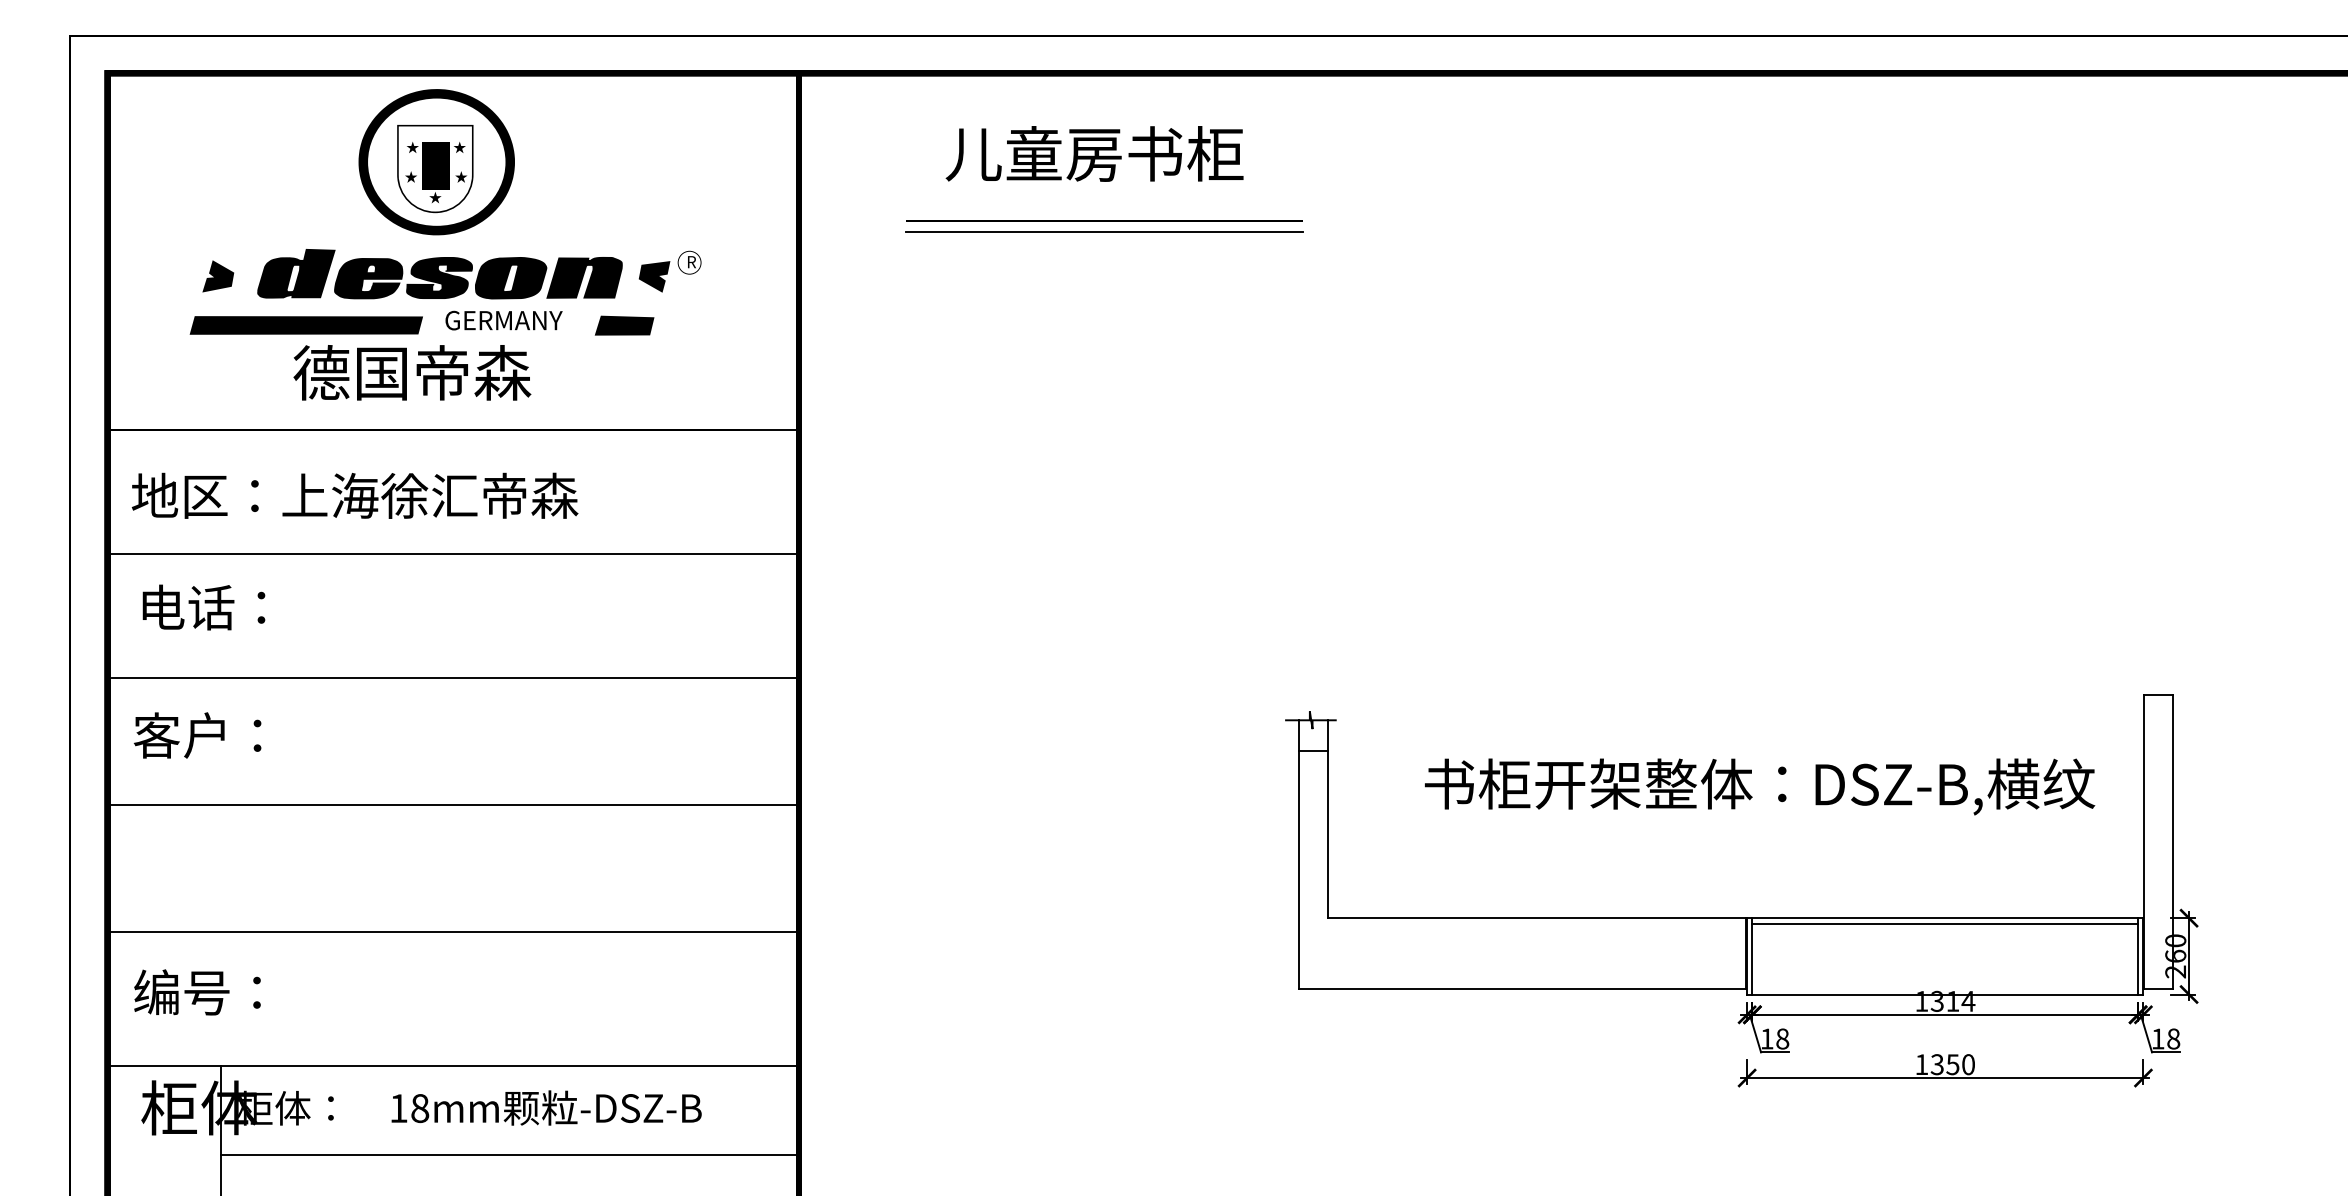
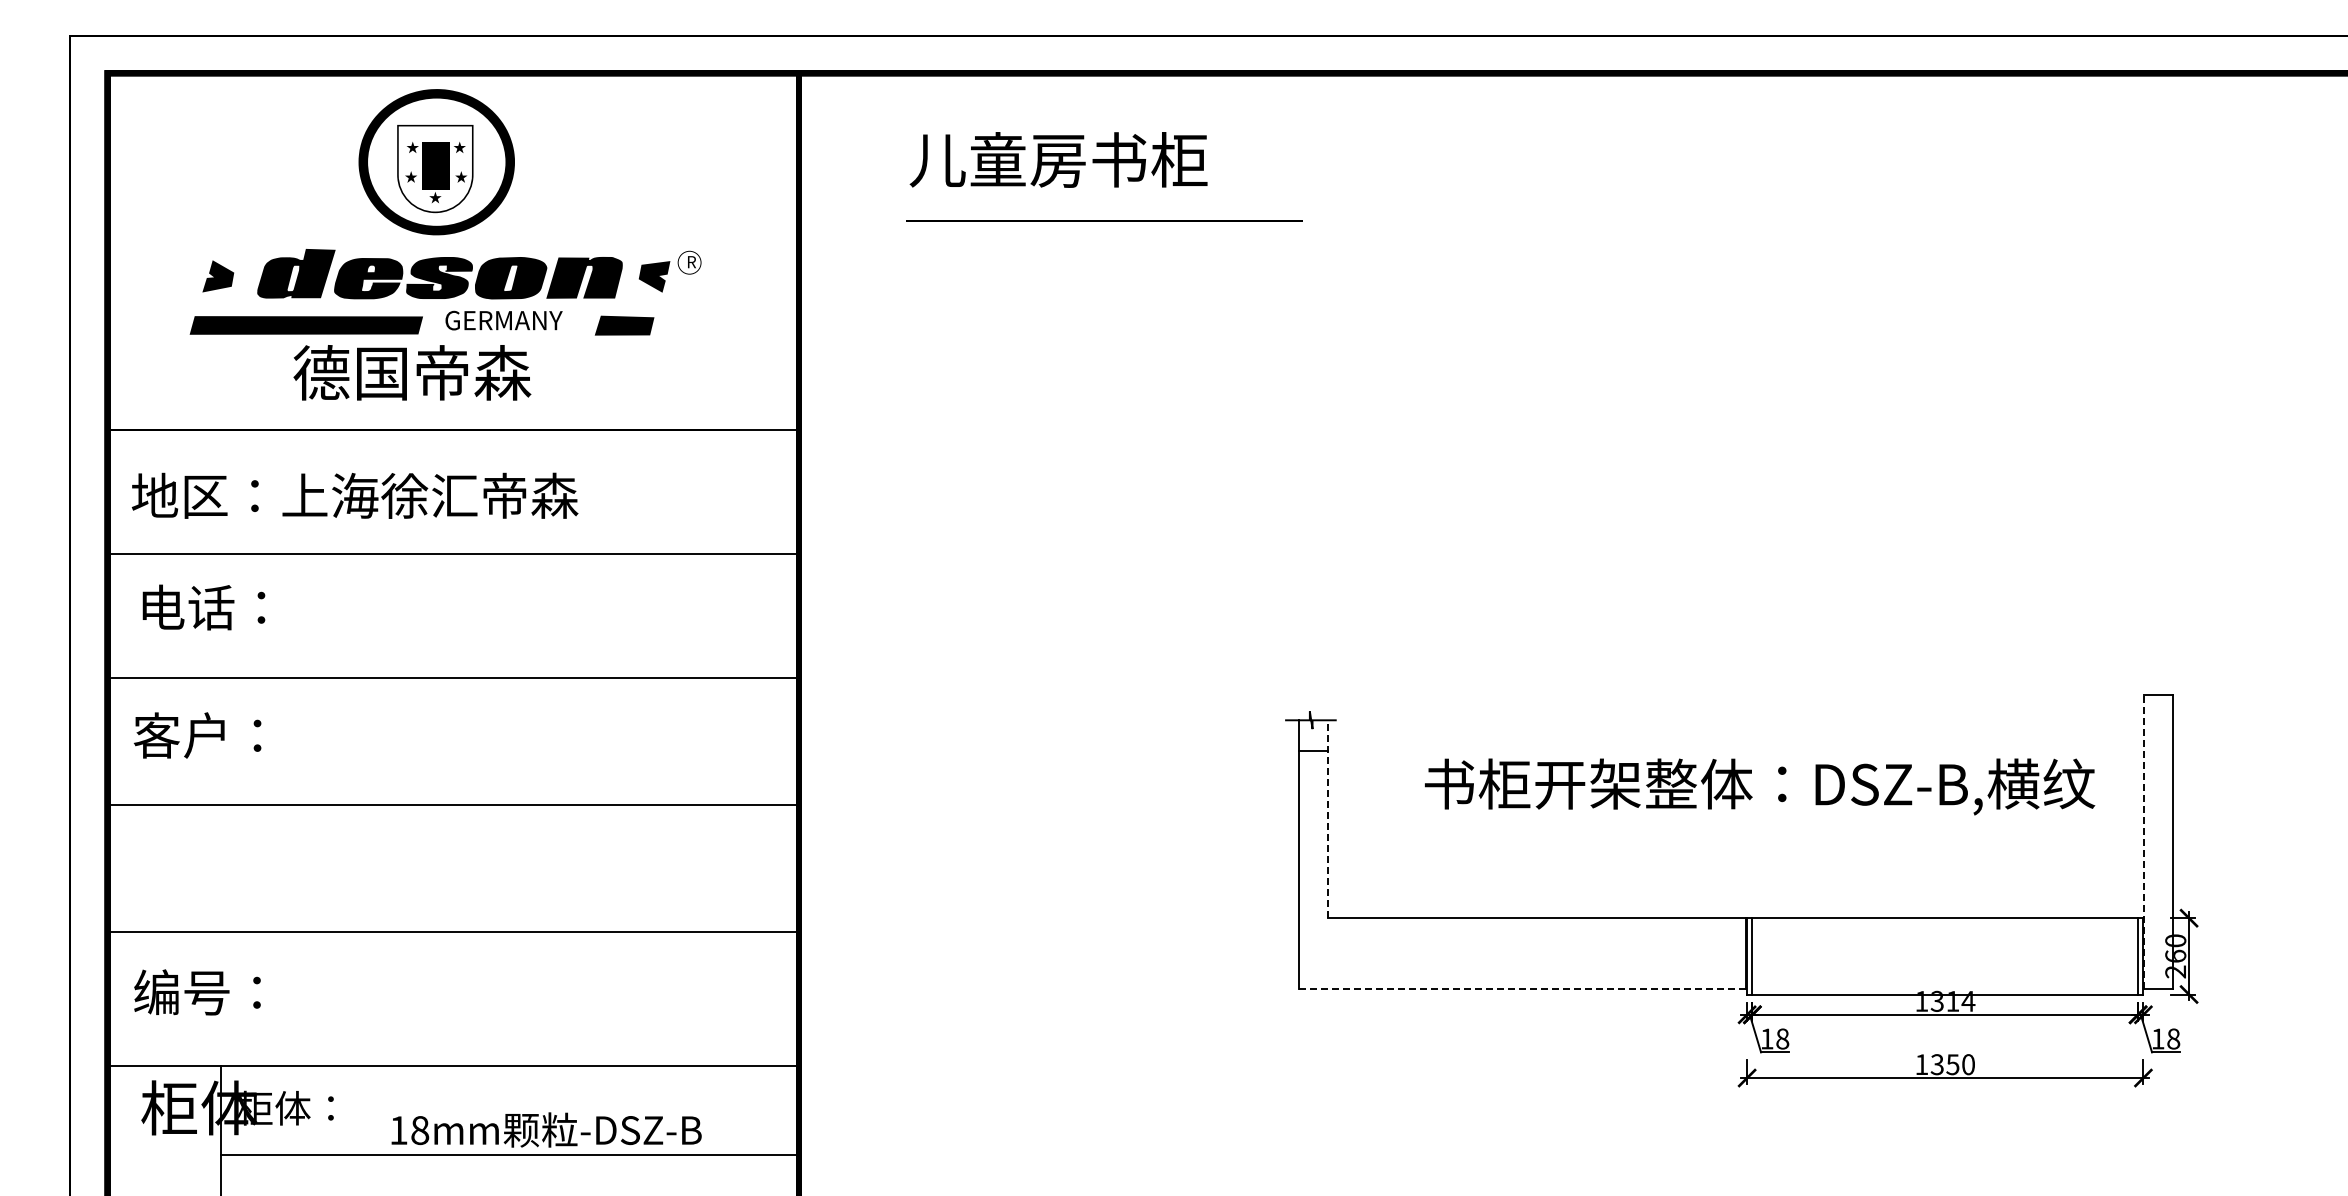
text at (1094, 153) position: (1094, 153) -> (1058, 159)
line at (1104, 232): present -> none
line at (1328, 818): solid -> dashed
line at (2144, 842): solid -> dashed
line at (1945, 923): present -> none
line at (1522, 988): solid -> dashed
text at (546, 1107) position: (546, 1107) -> (546, 1129)
